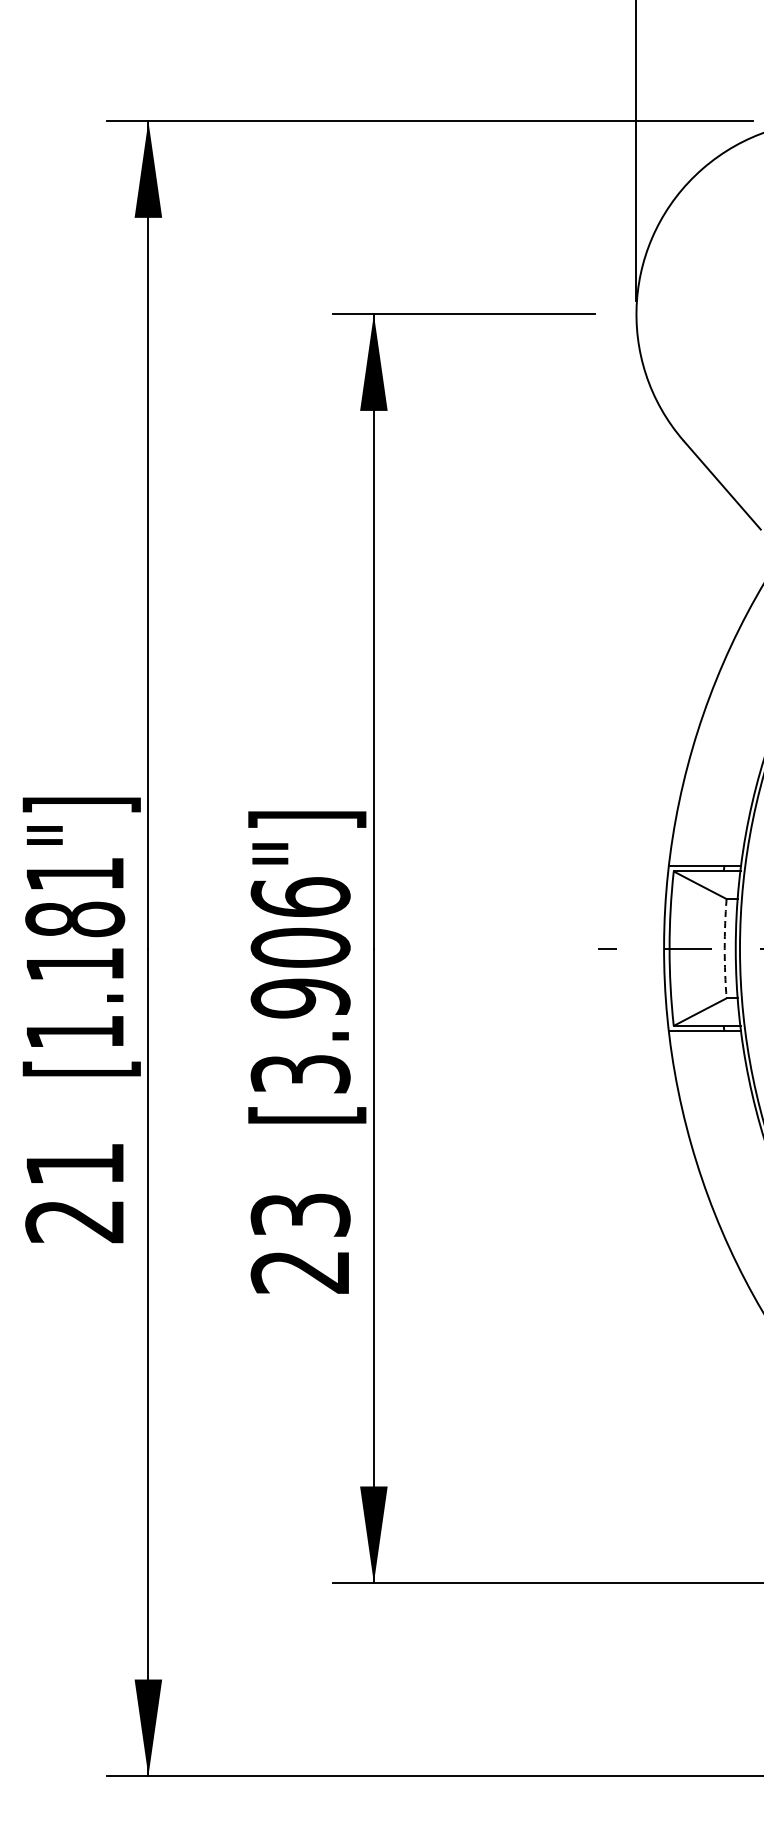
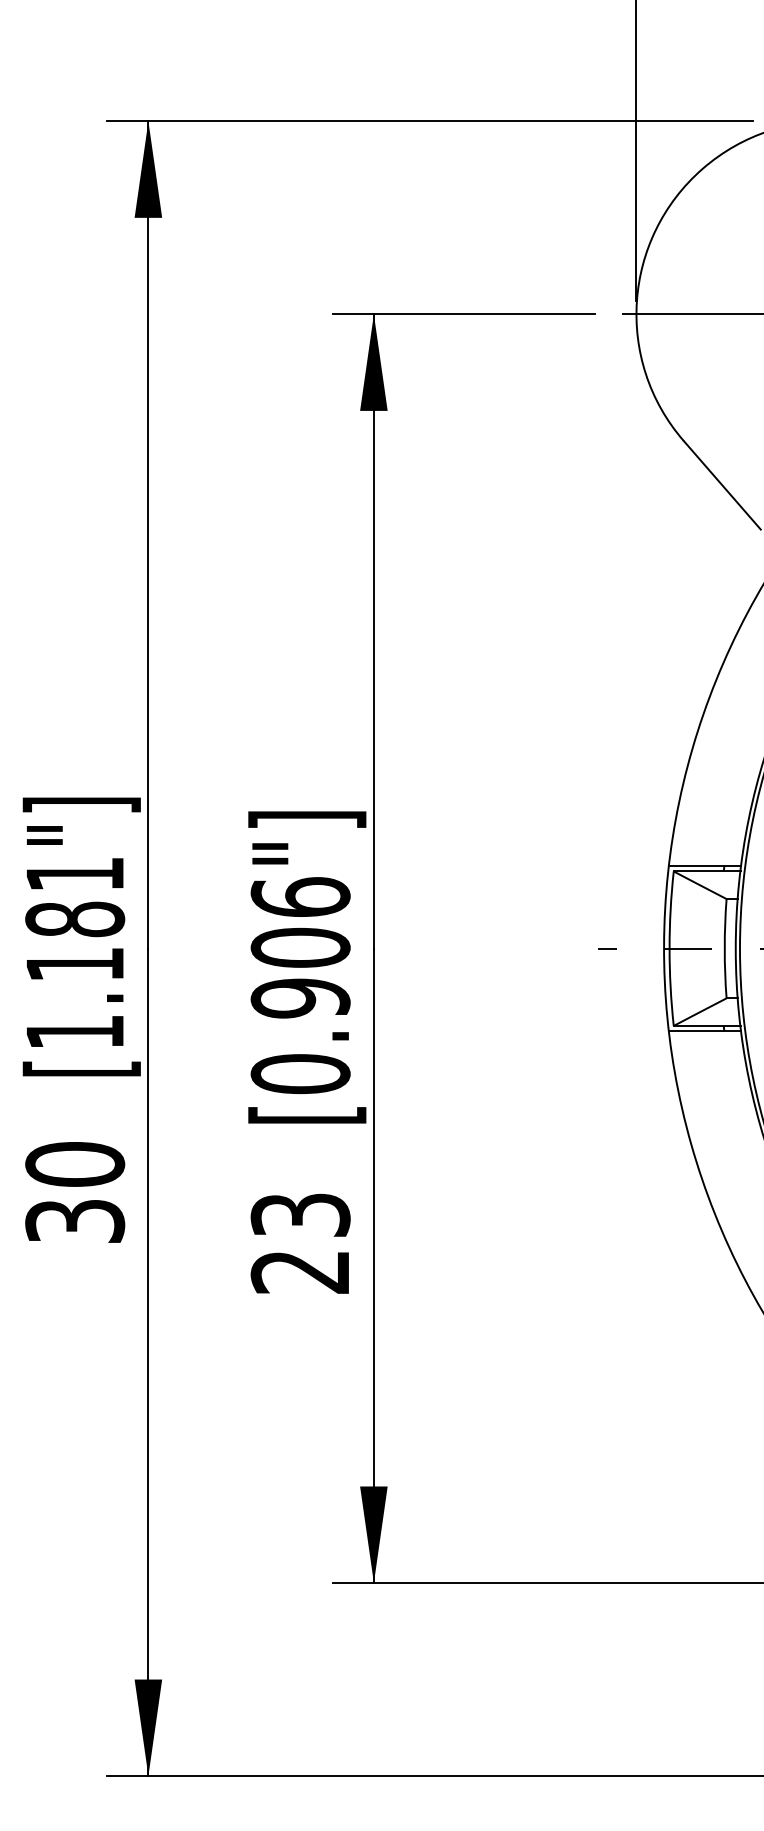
line at (691, 314): none -> present
arc at (724, 948): dashed -> solid
text at (300, 1074): [3.906"] -> [0.906"]
text at (75, 1192): 21 -> 30
